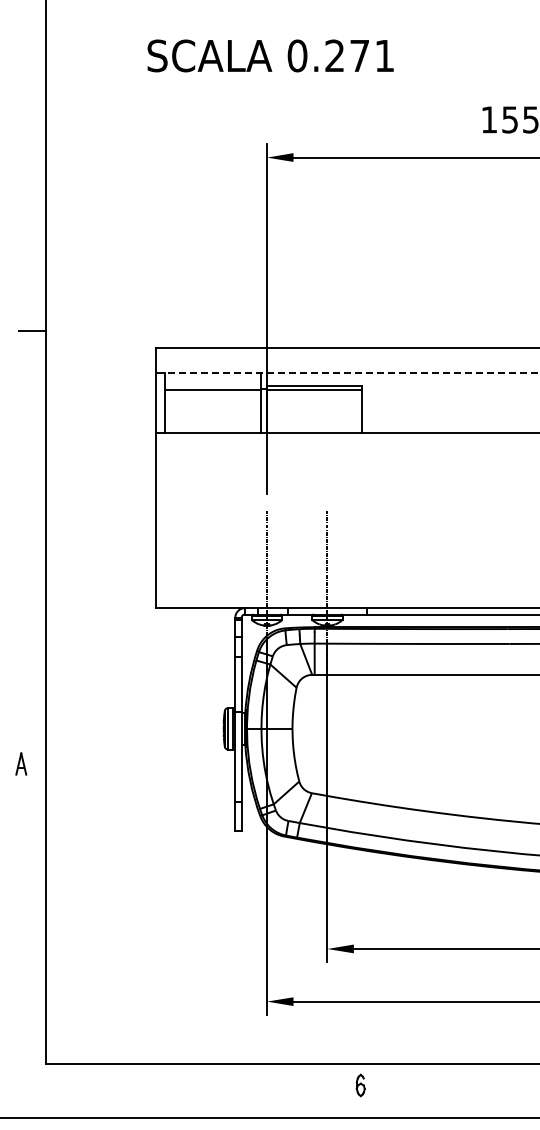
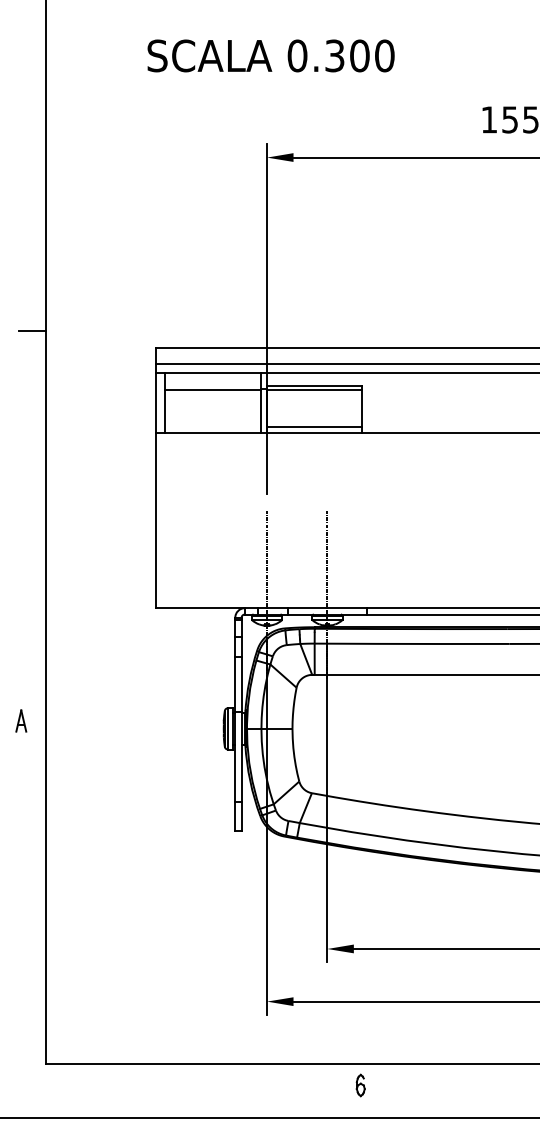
text at (359, 55): 0.271 -> 0.300
line at (345, 363): none -> present
line at (347, 373): dashed -> solid
line at (314, 427): none -> present
part at (21, 763) position: (21, 763) -> (21, 720)
